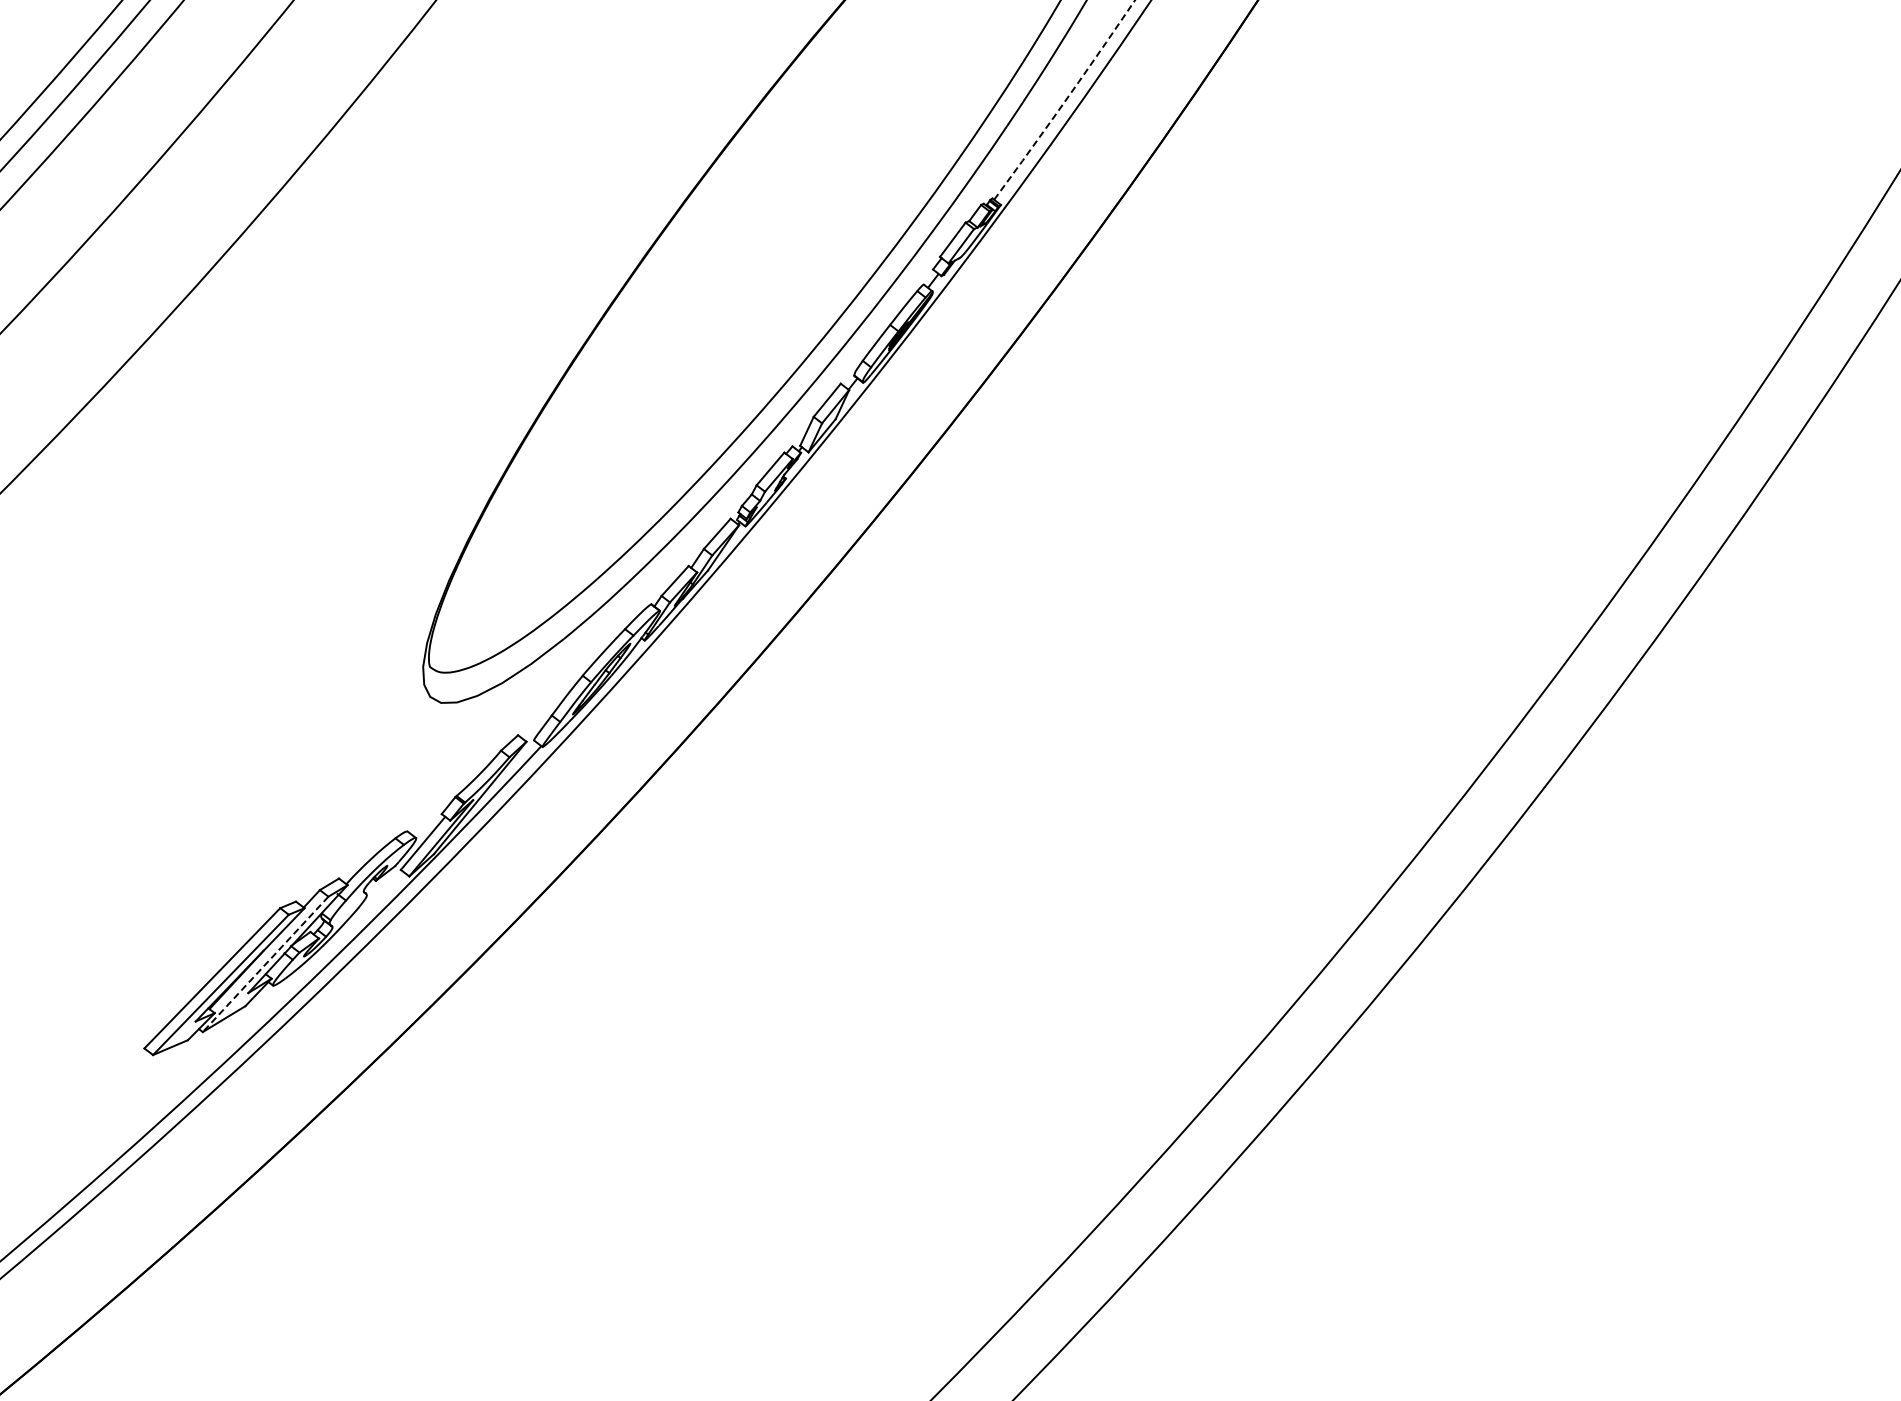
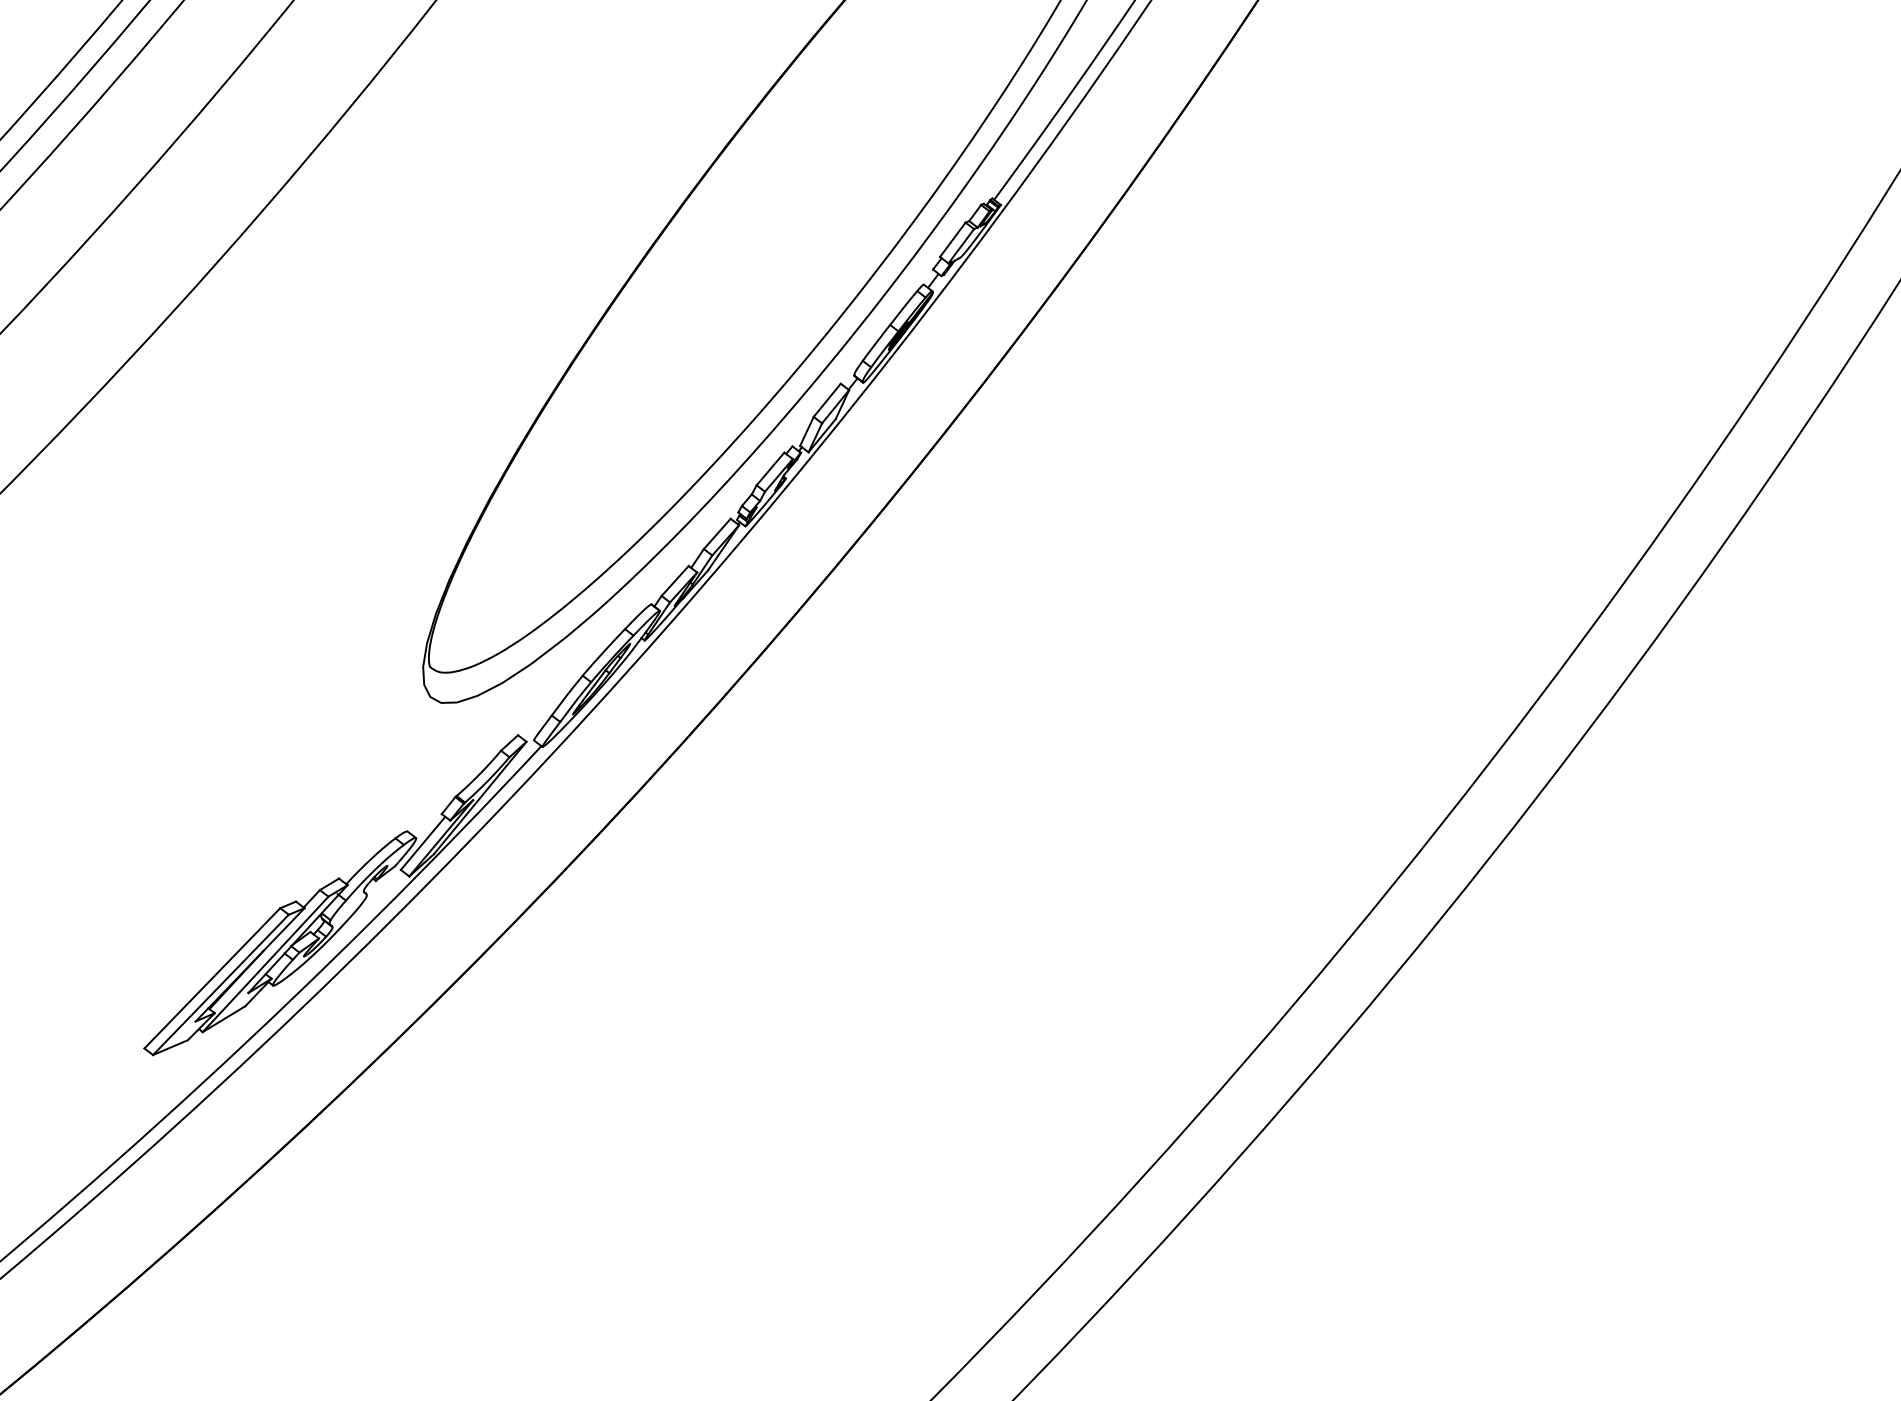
arc at (1065, 100): dashed -> solid
line at (265, 964): dashed -> solid
